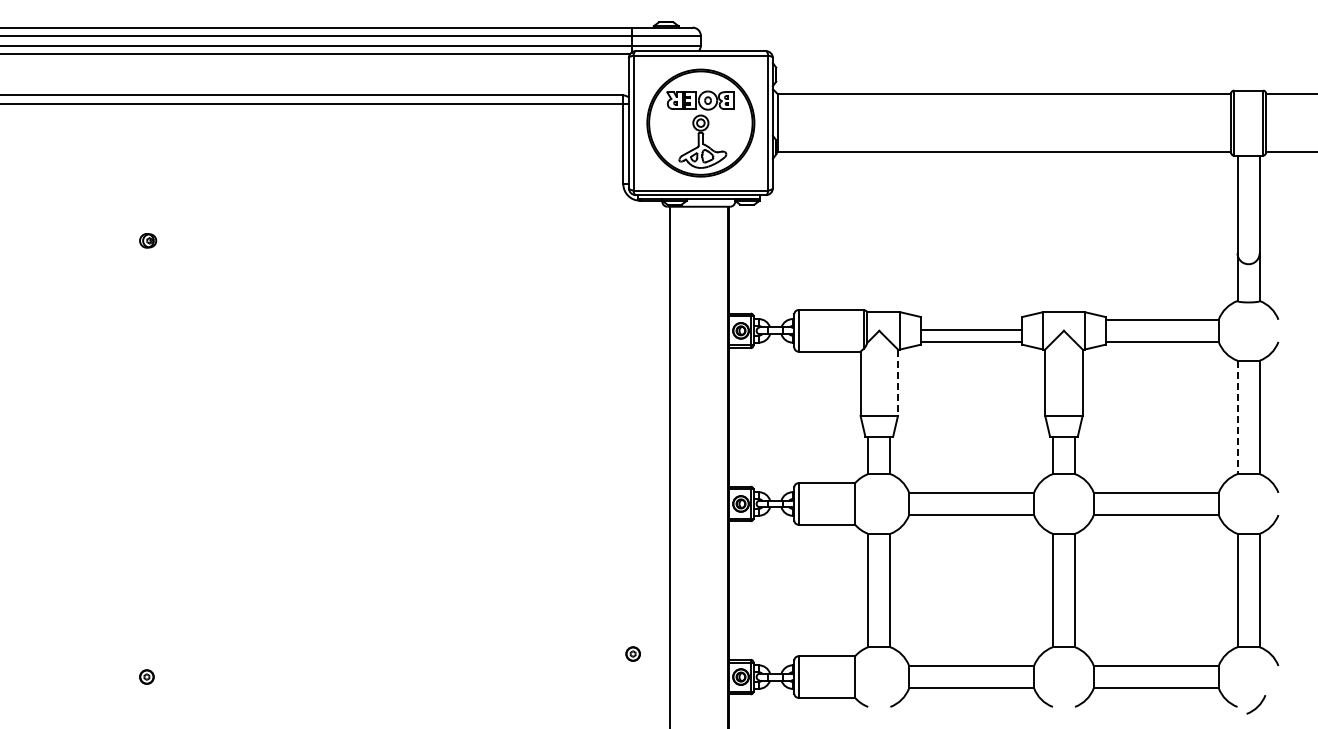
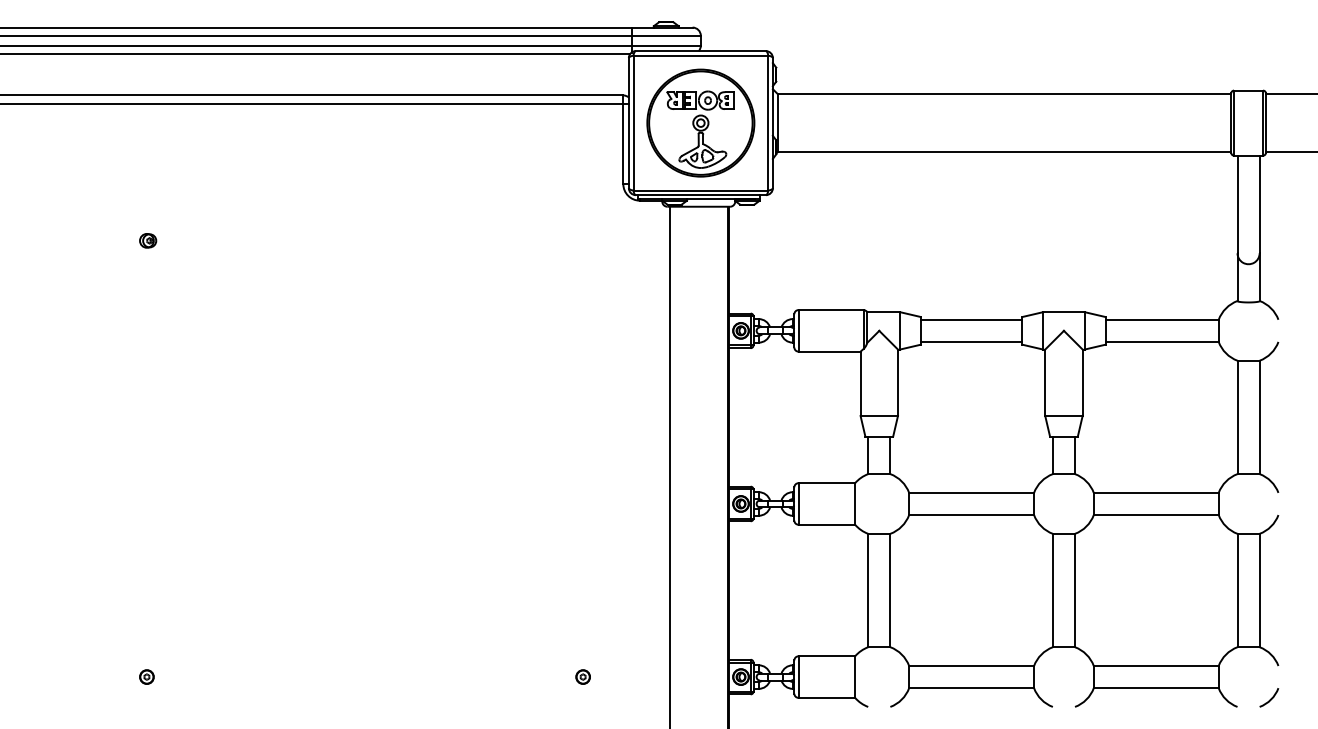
line at (971, 329) position: (971, 329) -> (971, 319)
line at (897, 383): dashed -> solid
line at (1237, 417): dashed -> solid
part at (632, 653) position: (632, 653) -> (582, 676)
arc at (1257, 705) position: (1257, 705) -> (1270, 698)
